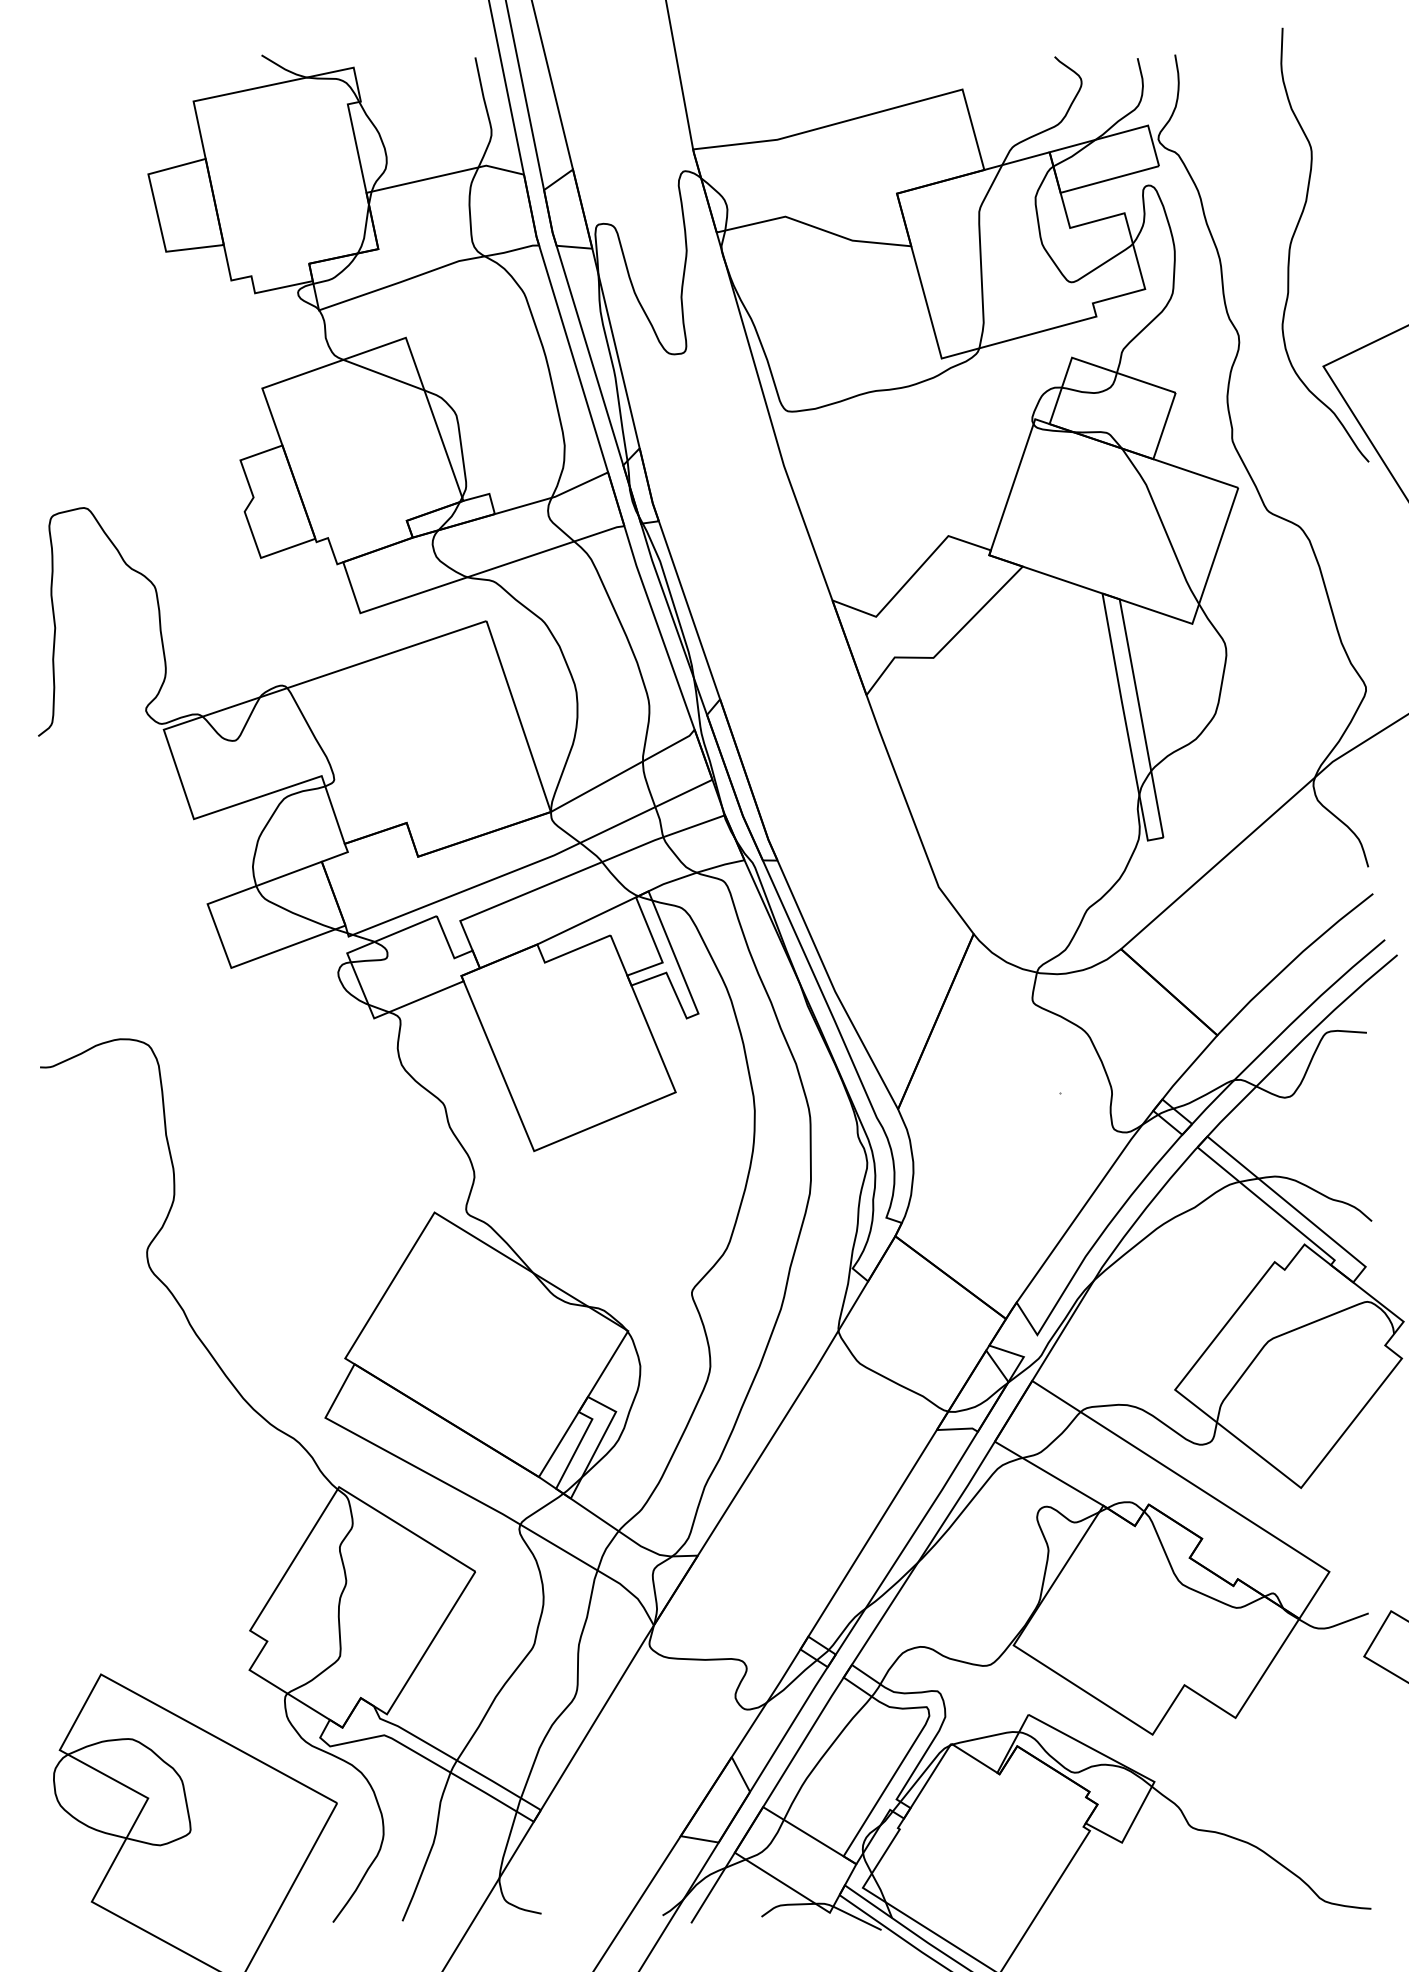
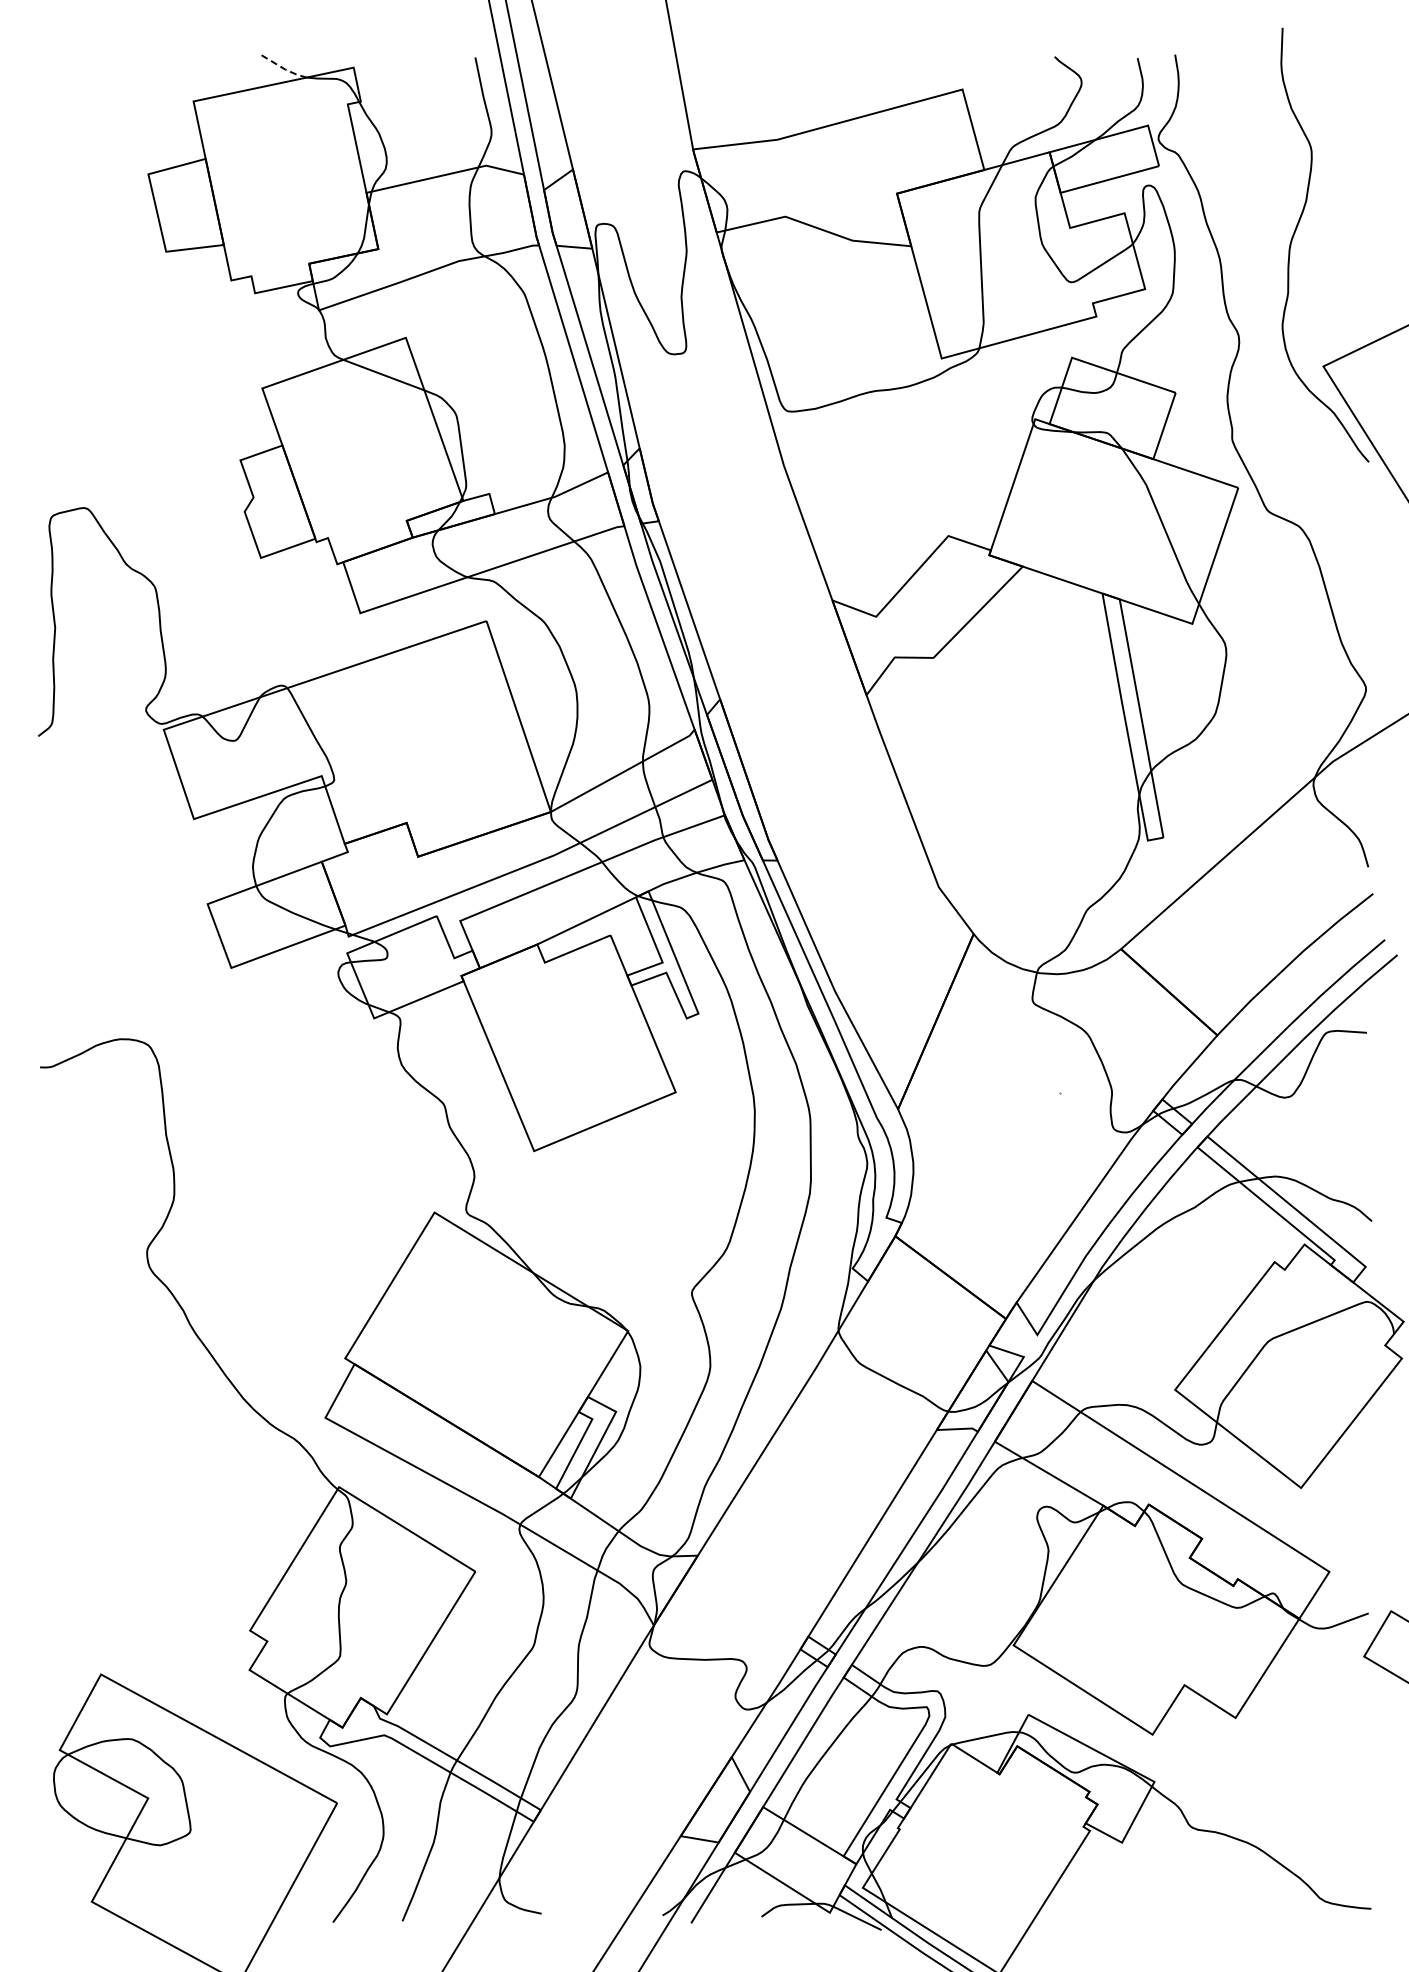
line at (284, 69): solid -> dashed
